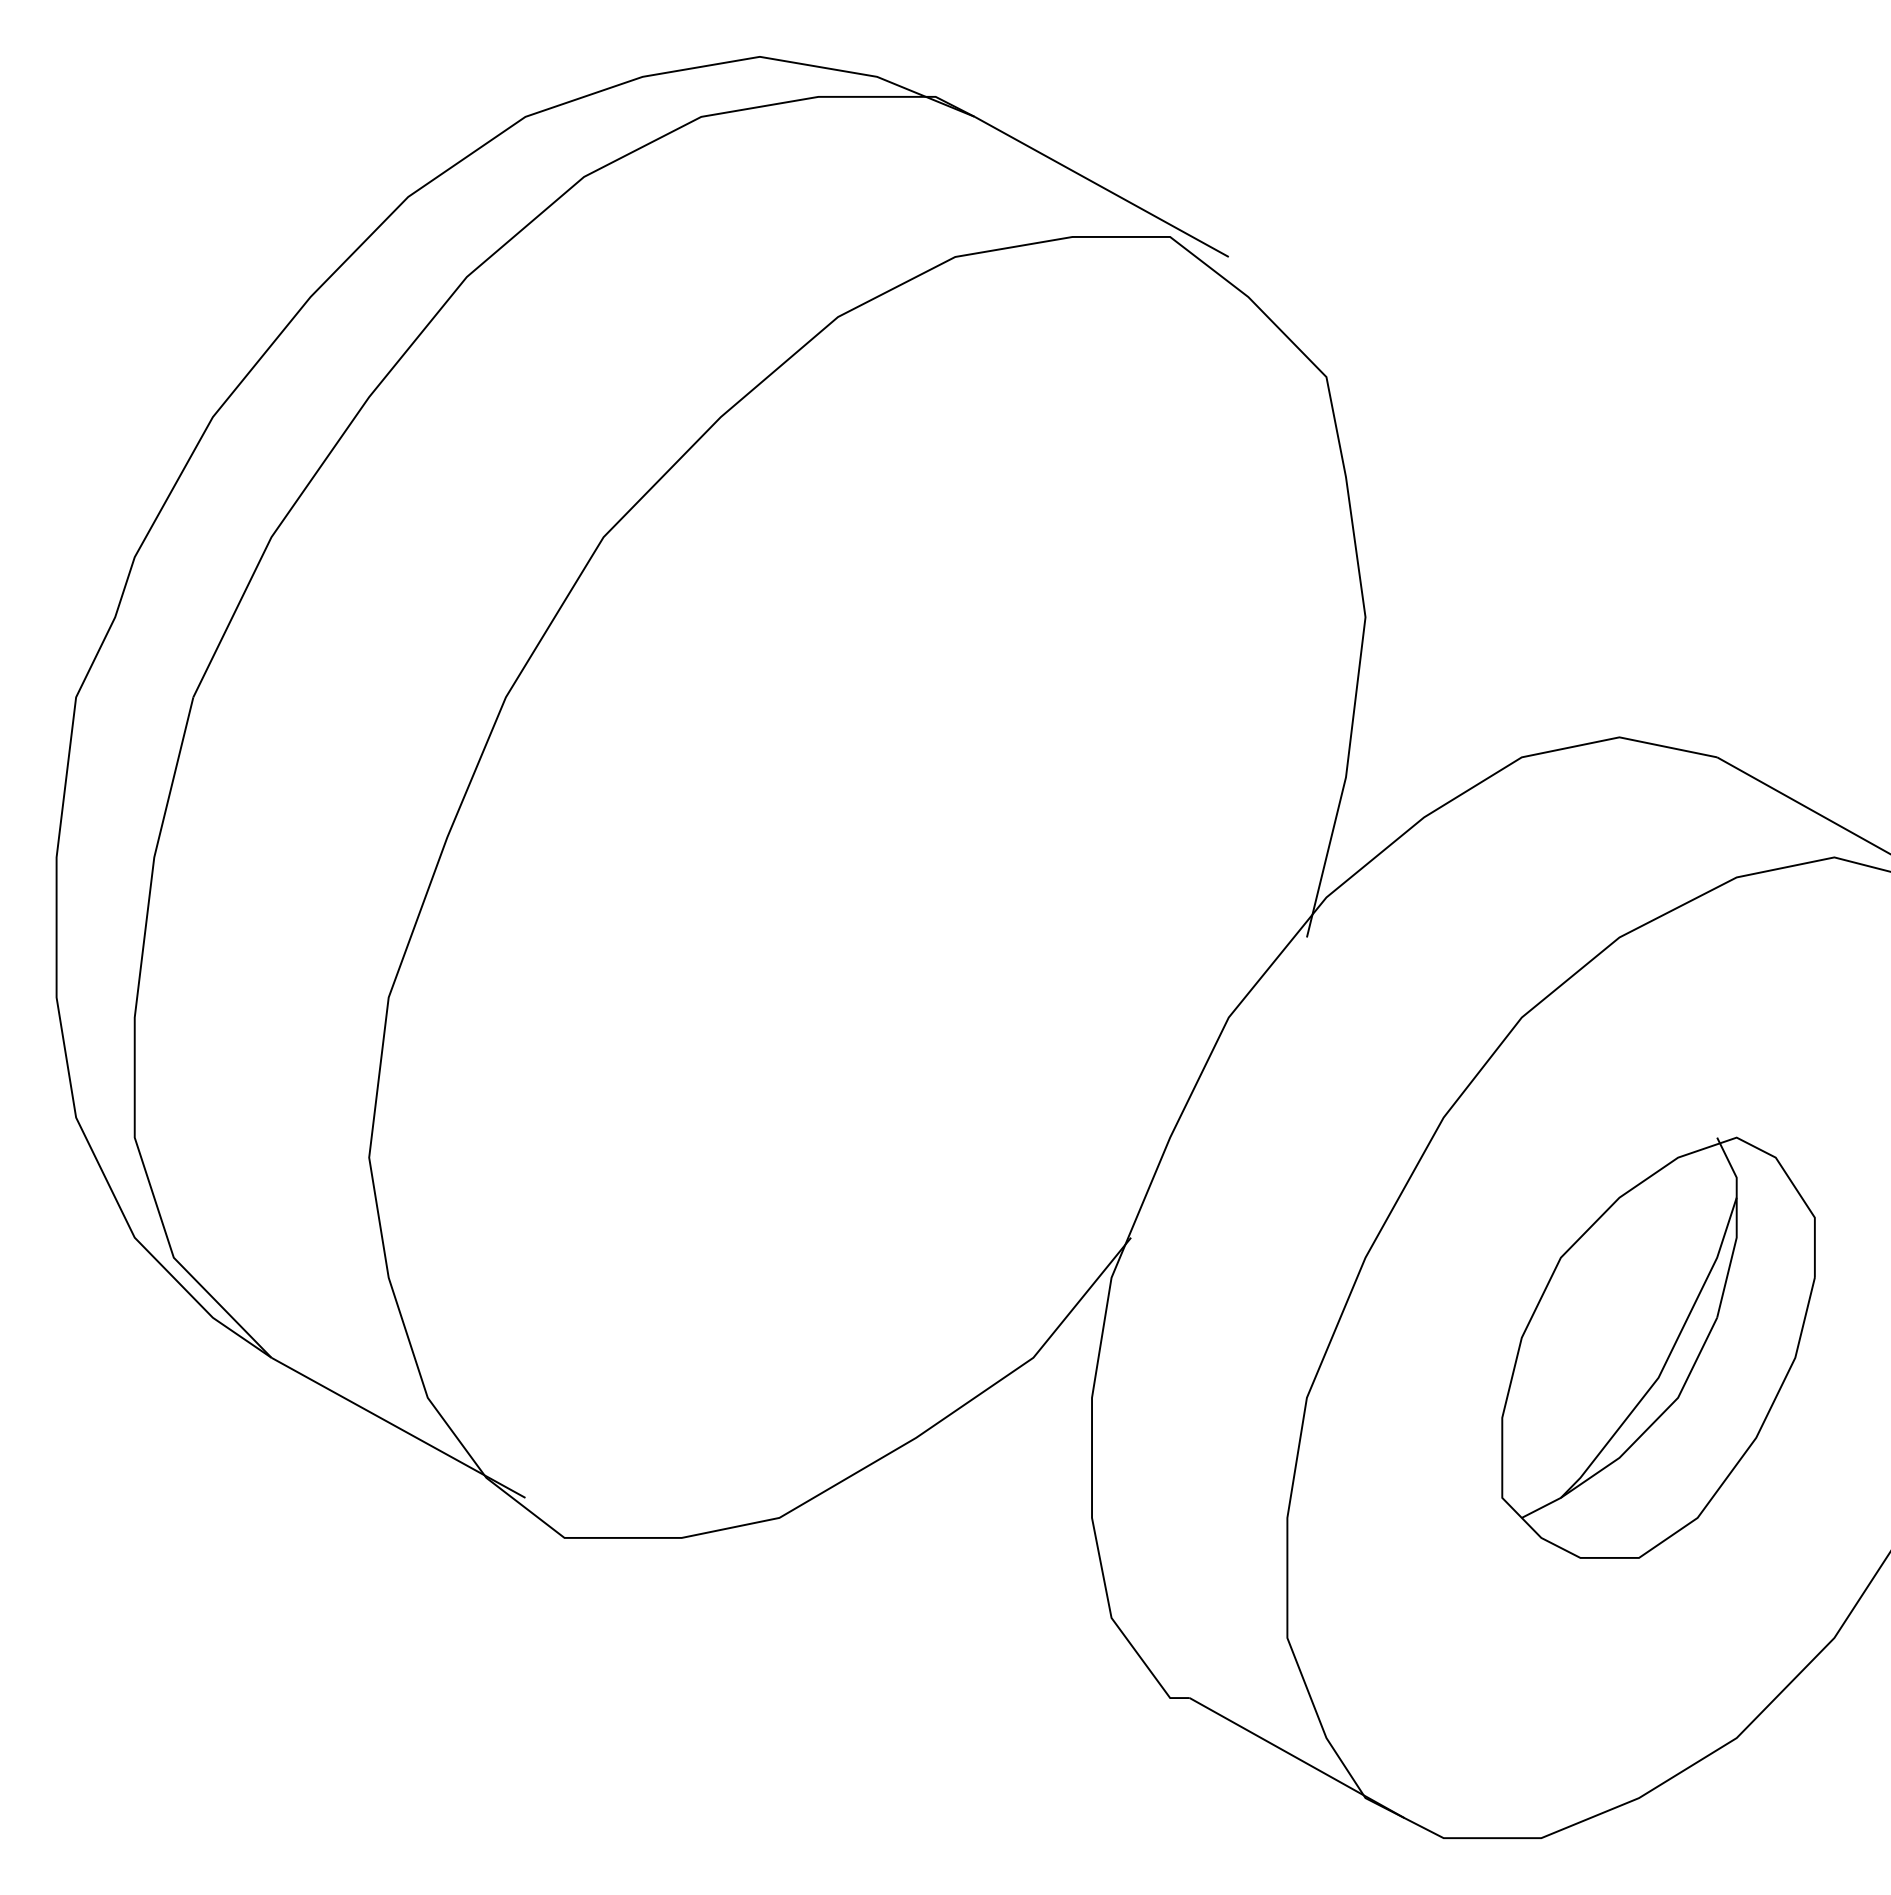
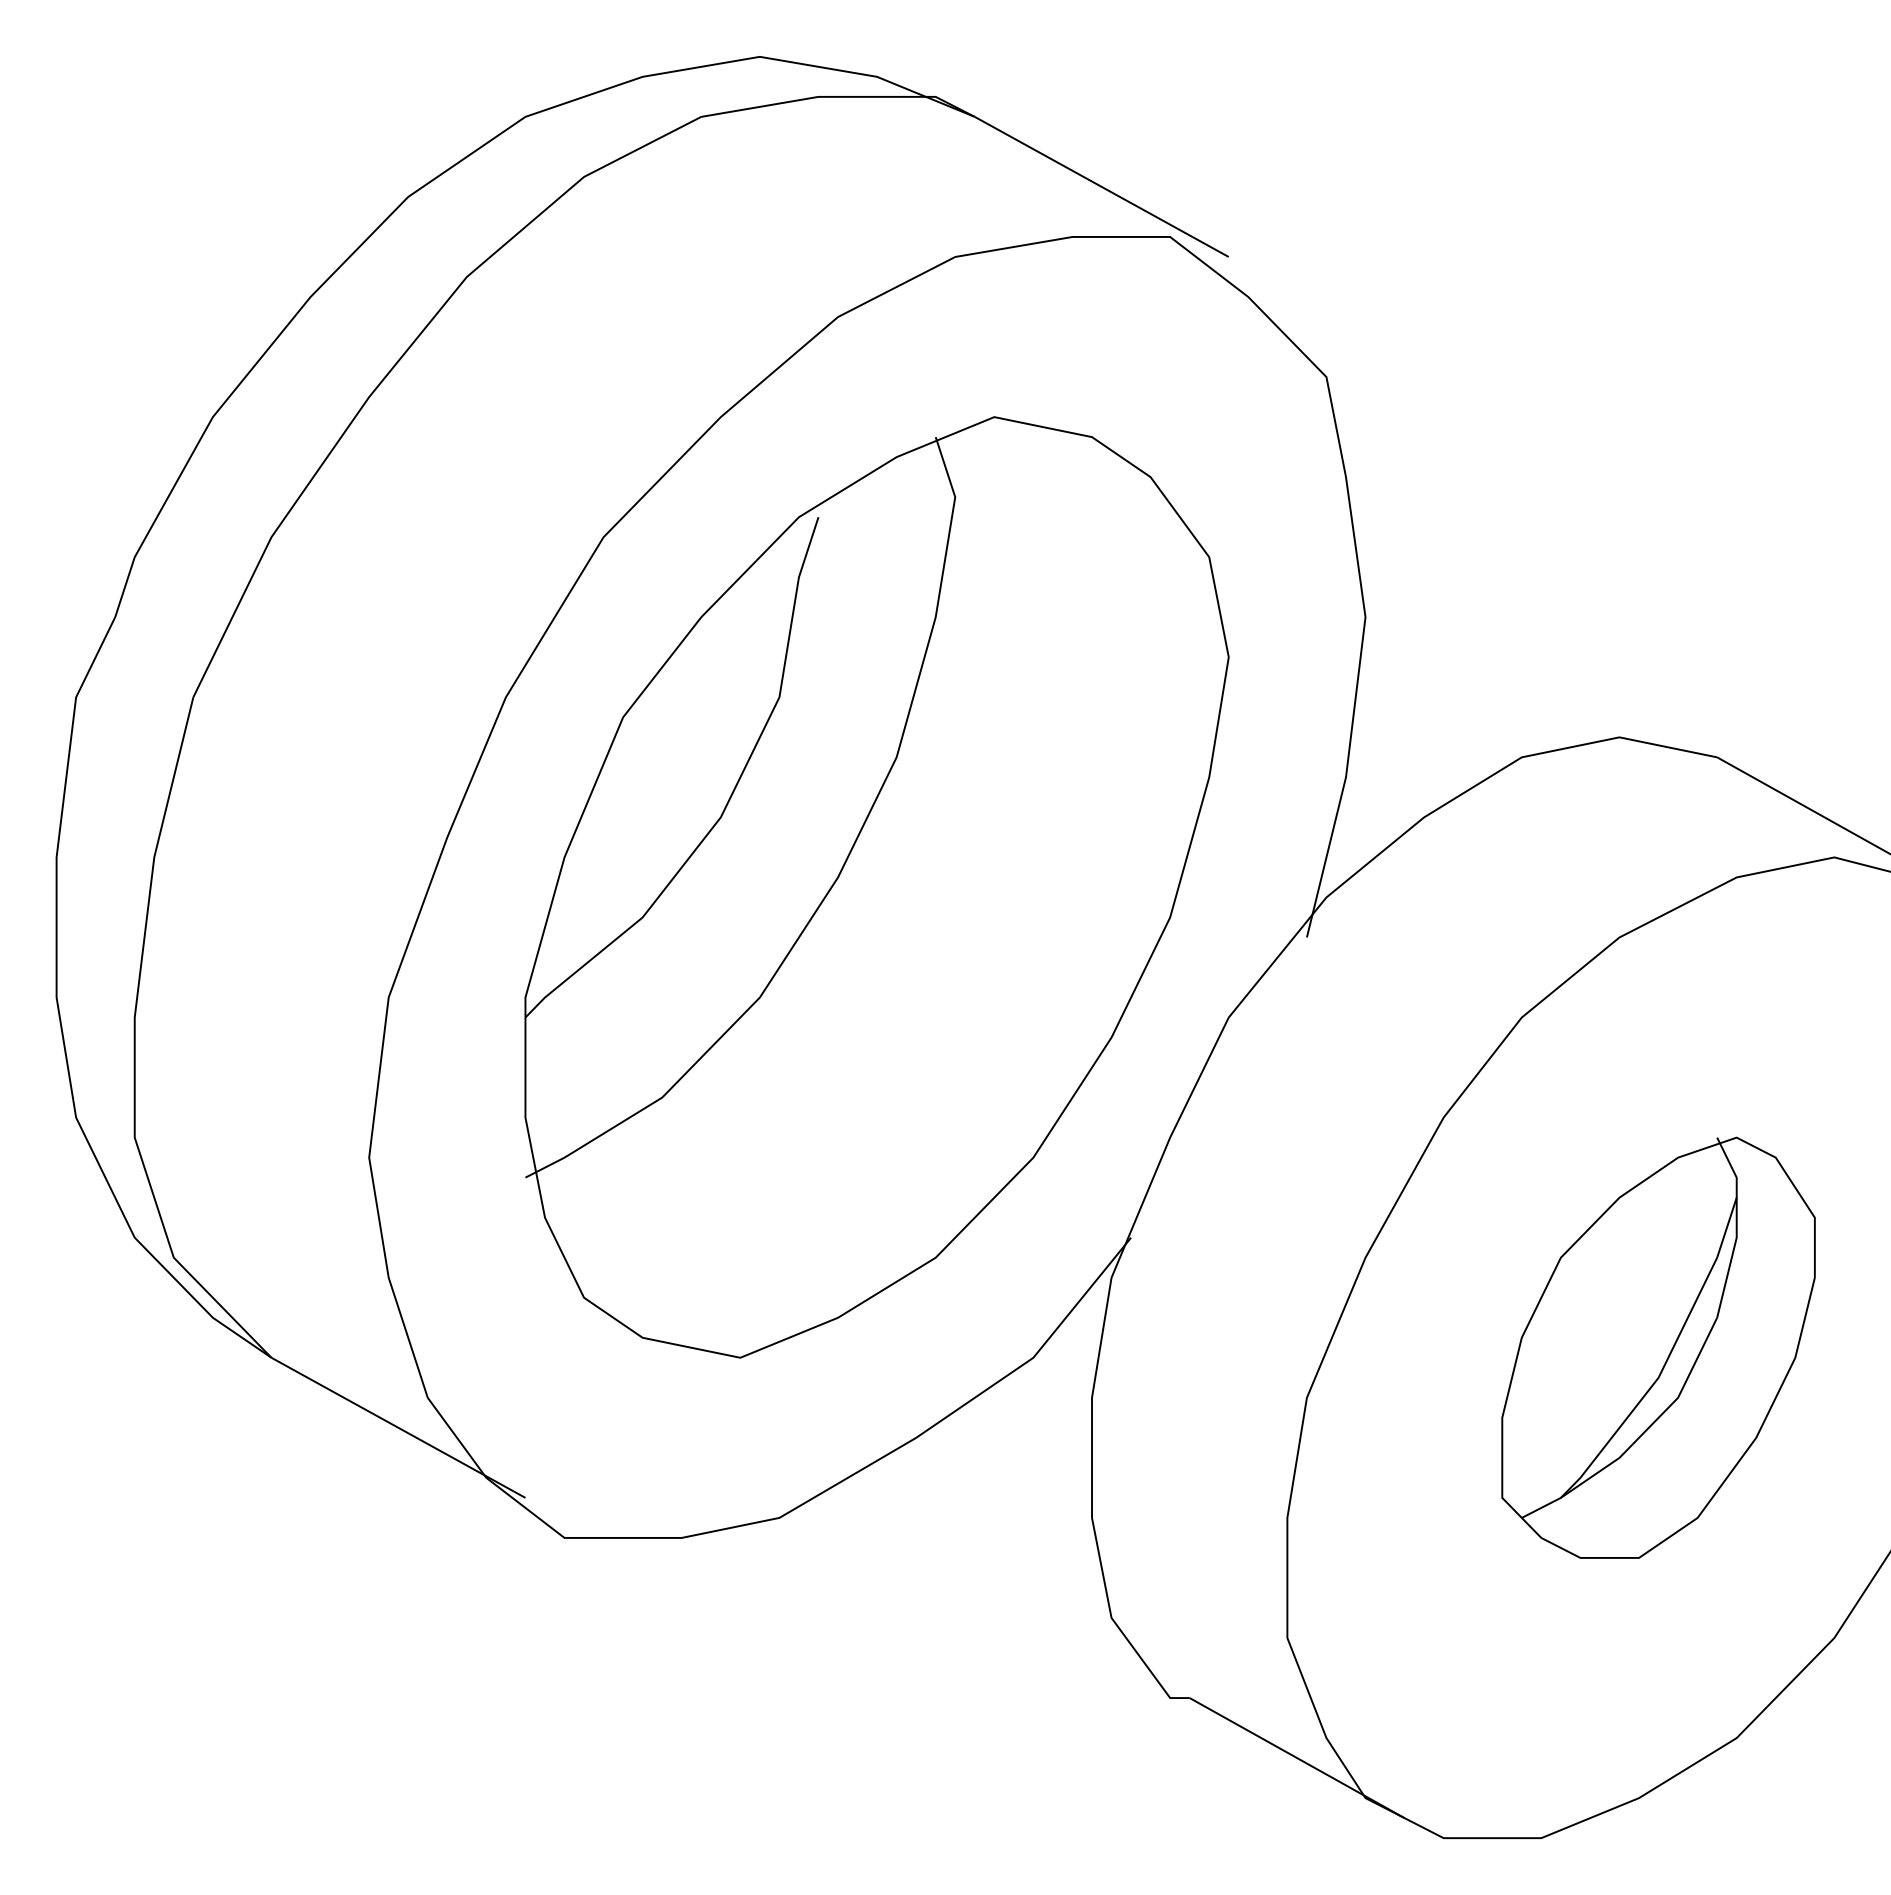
part at (876, 887): none -> present
